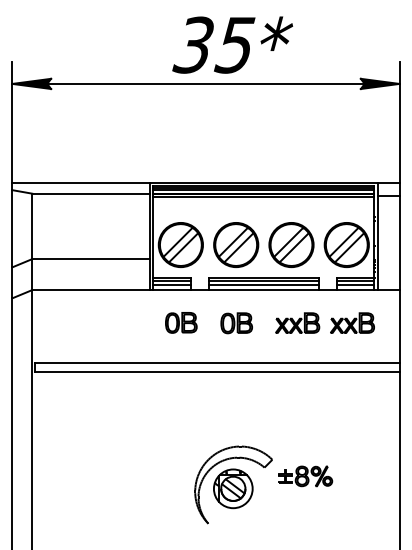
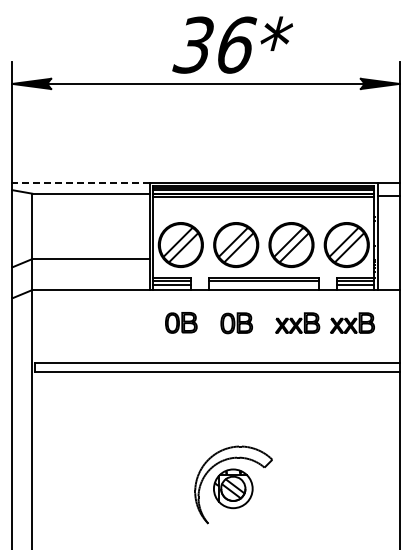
text at (235, 44): 35* -> 36*
line at (81, 182): solid -> dashed
line at (263, 285): present -> none
part at (305, 476): present -> none
